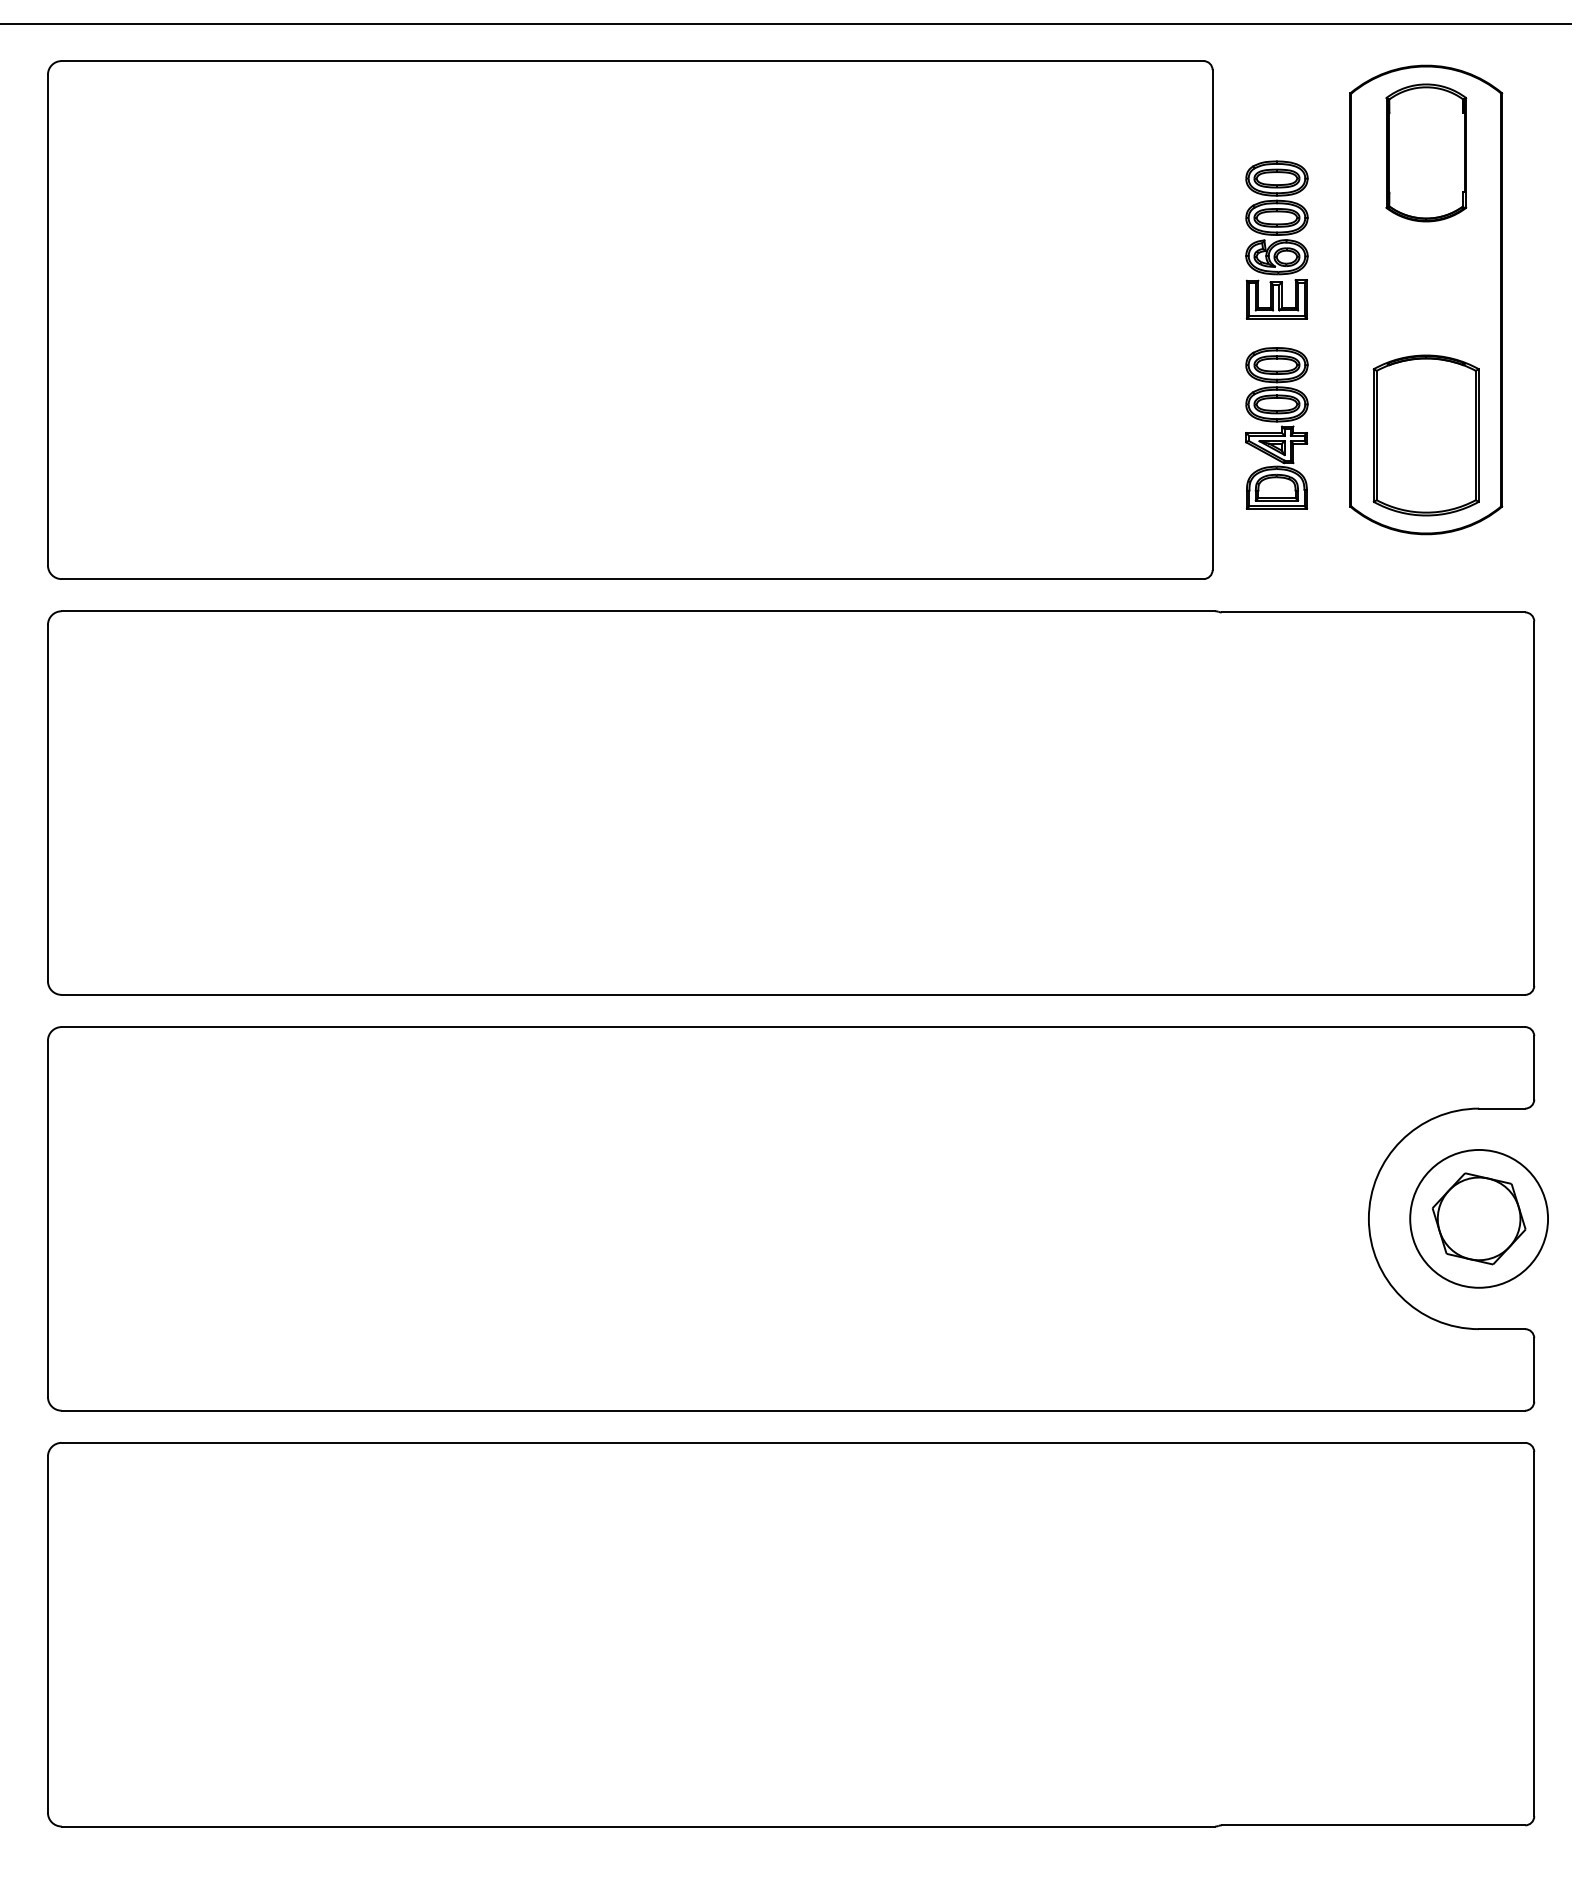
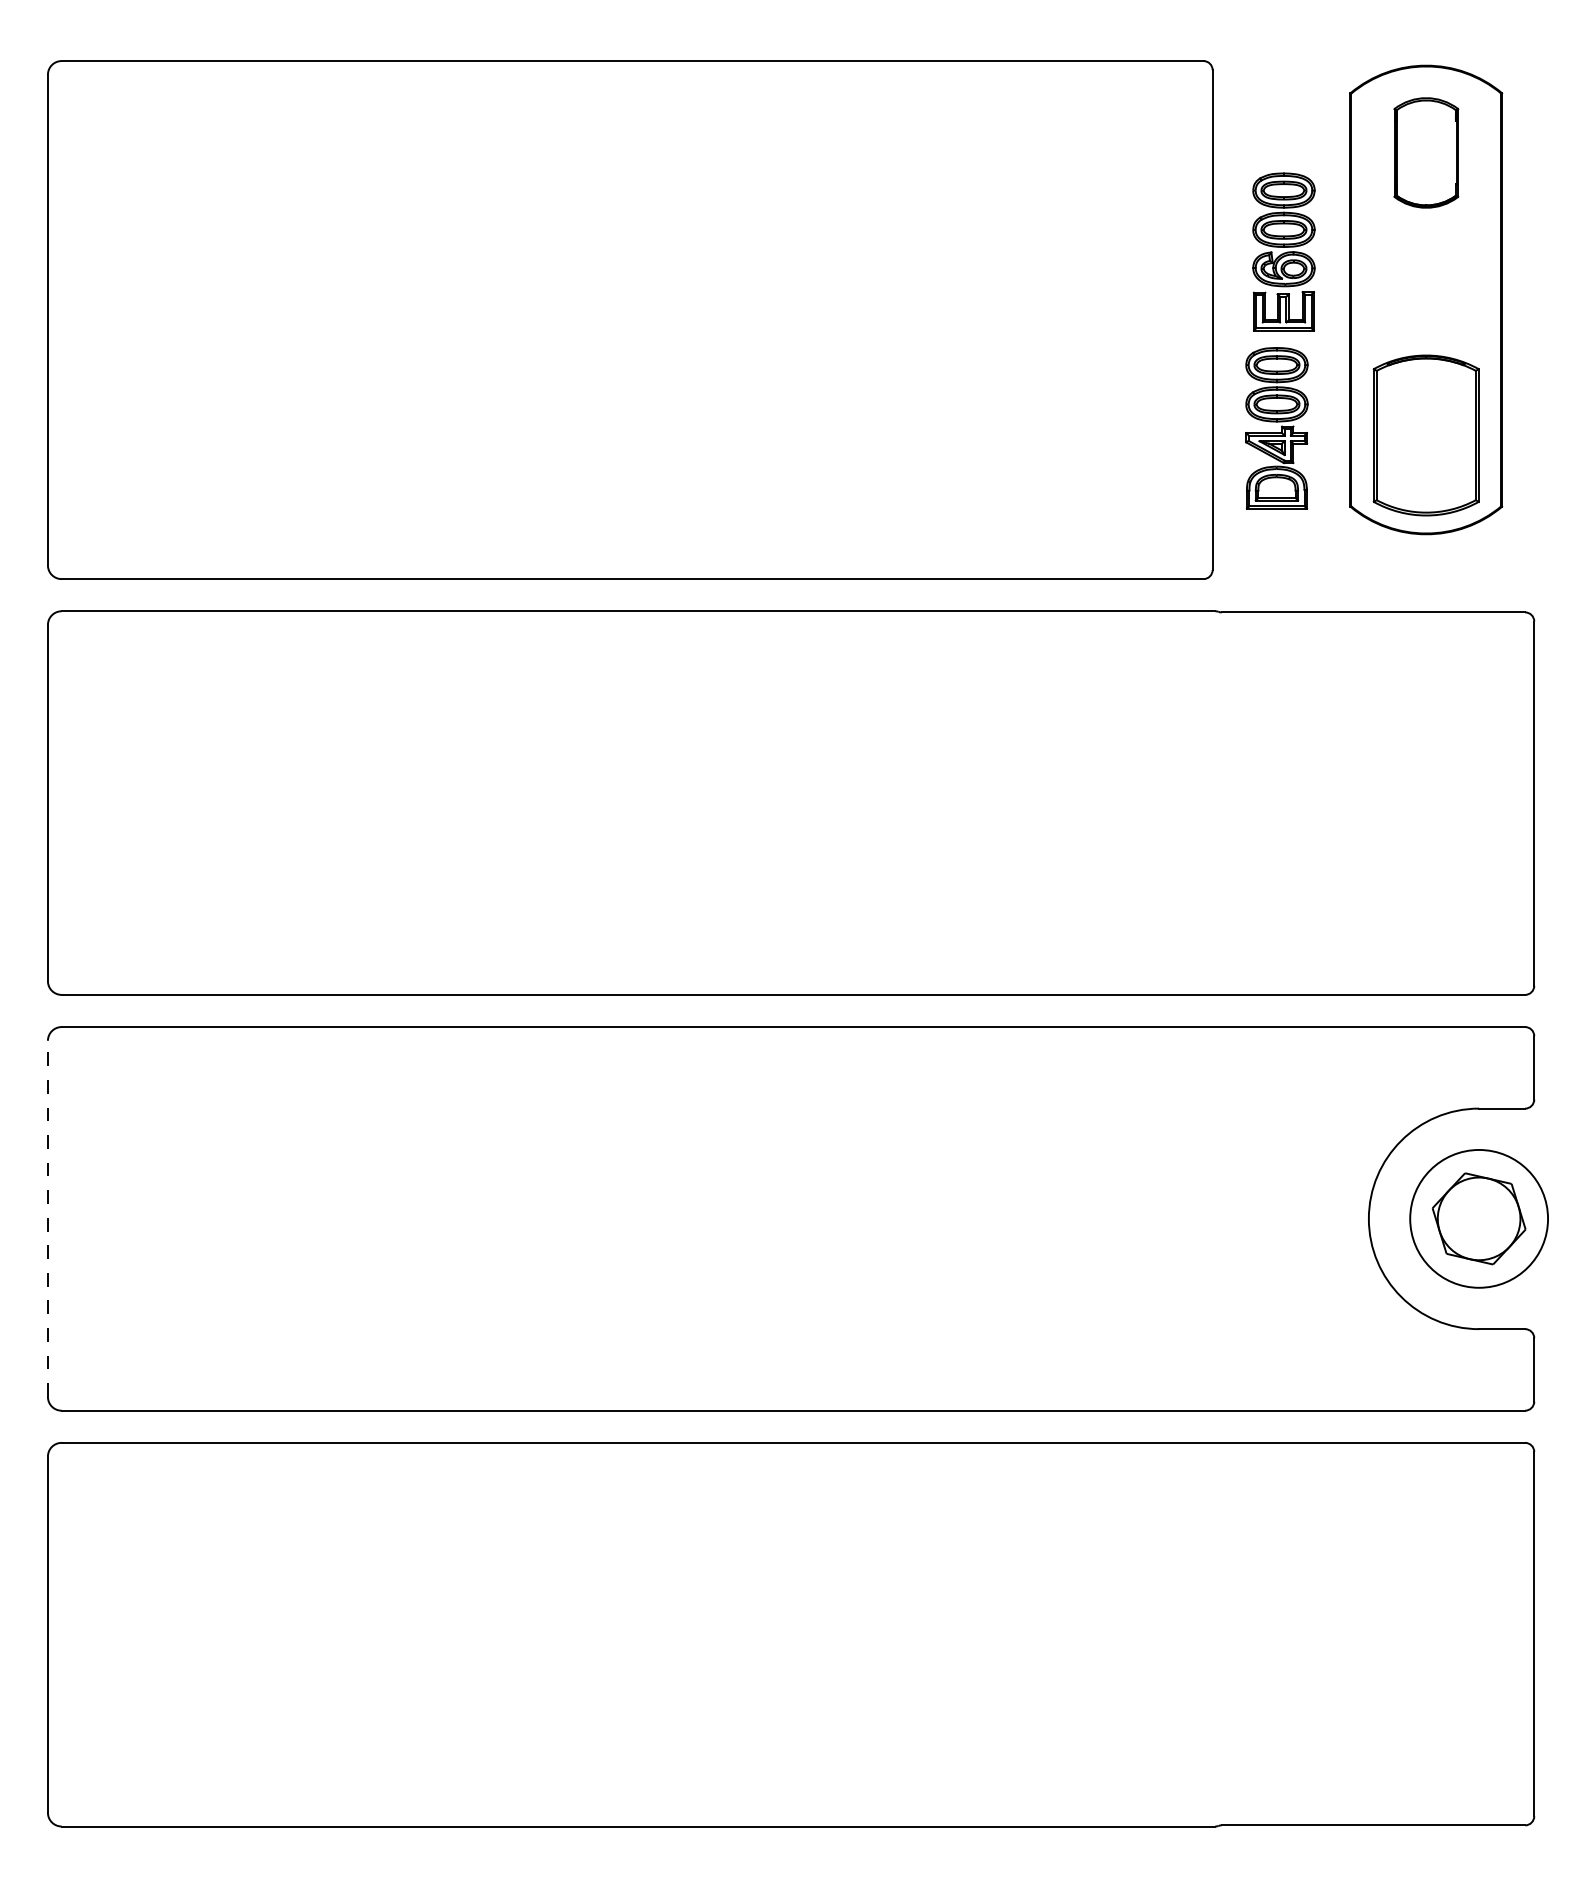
line at (786, 24): present -> none
part at (1426, 152) size: 83x140 px -> 67x112 px
part at (1276, 239) position: (1276, 239) -> (1283, 251)
line at (47, 1218): solid -> dashed
